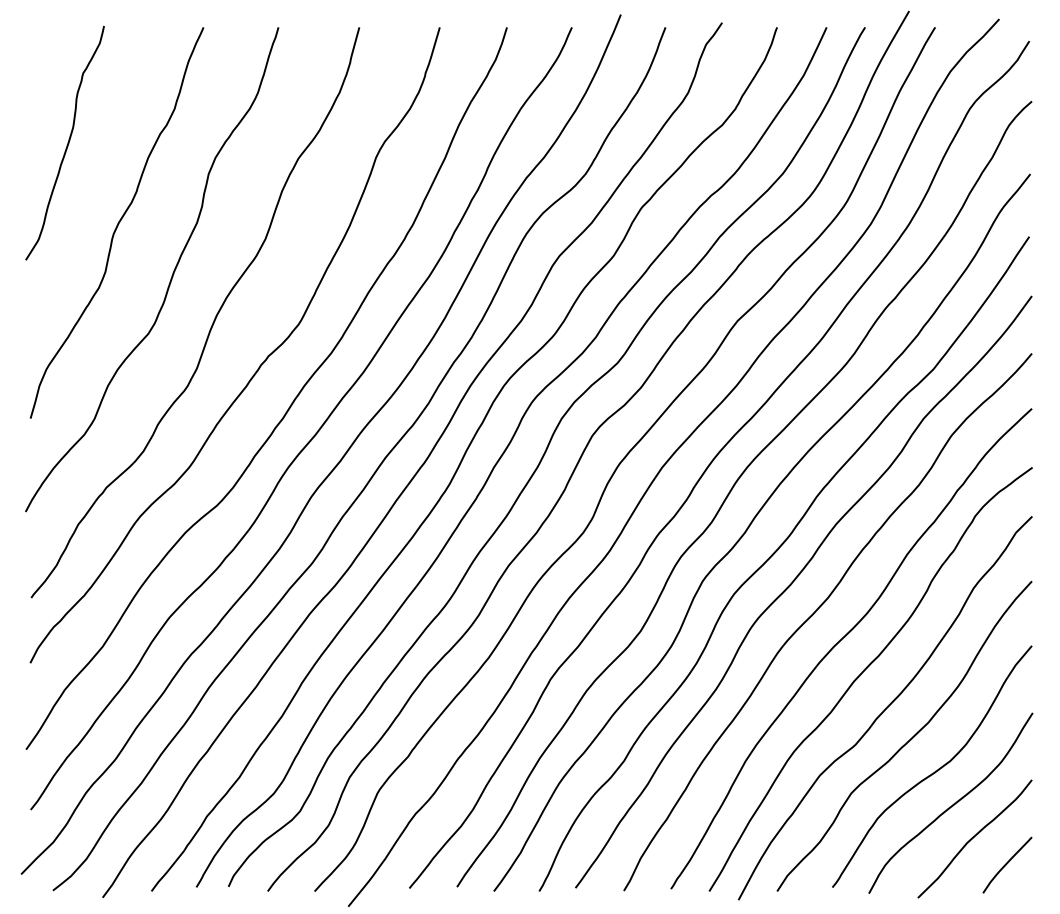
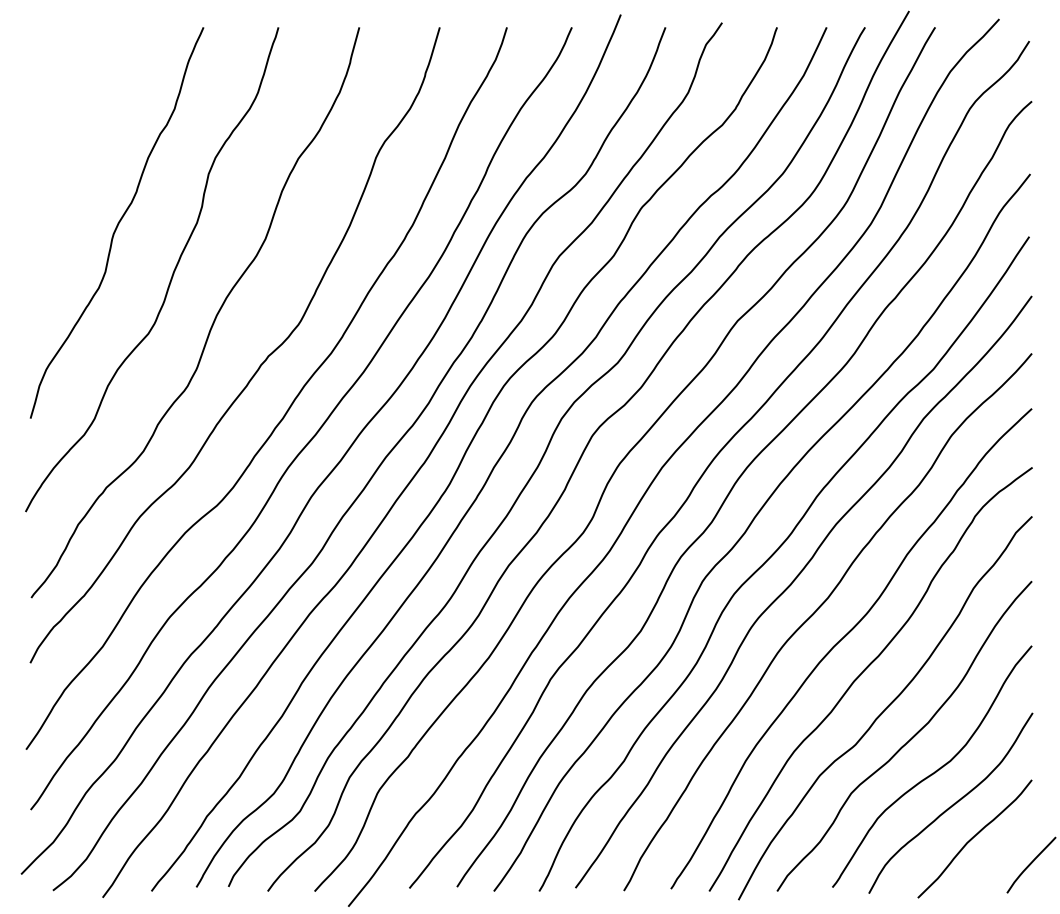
curve at (67, 142): present -> none
curve at (1007, 864) position: (1007, 864) -> (1031, 864)
